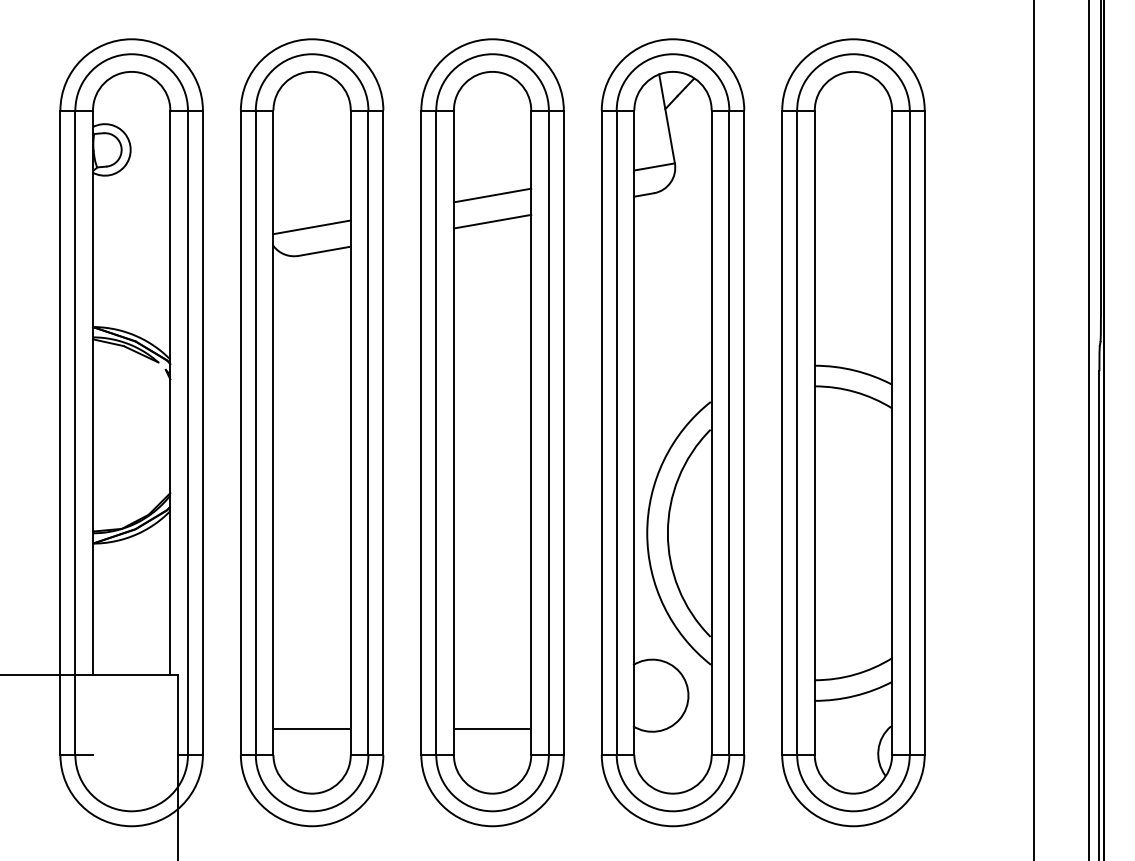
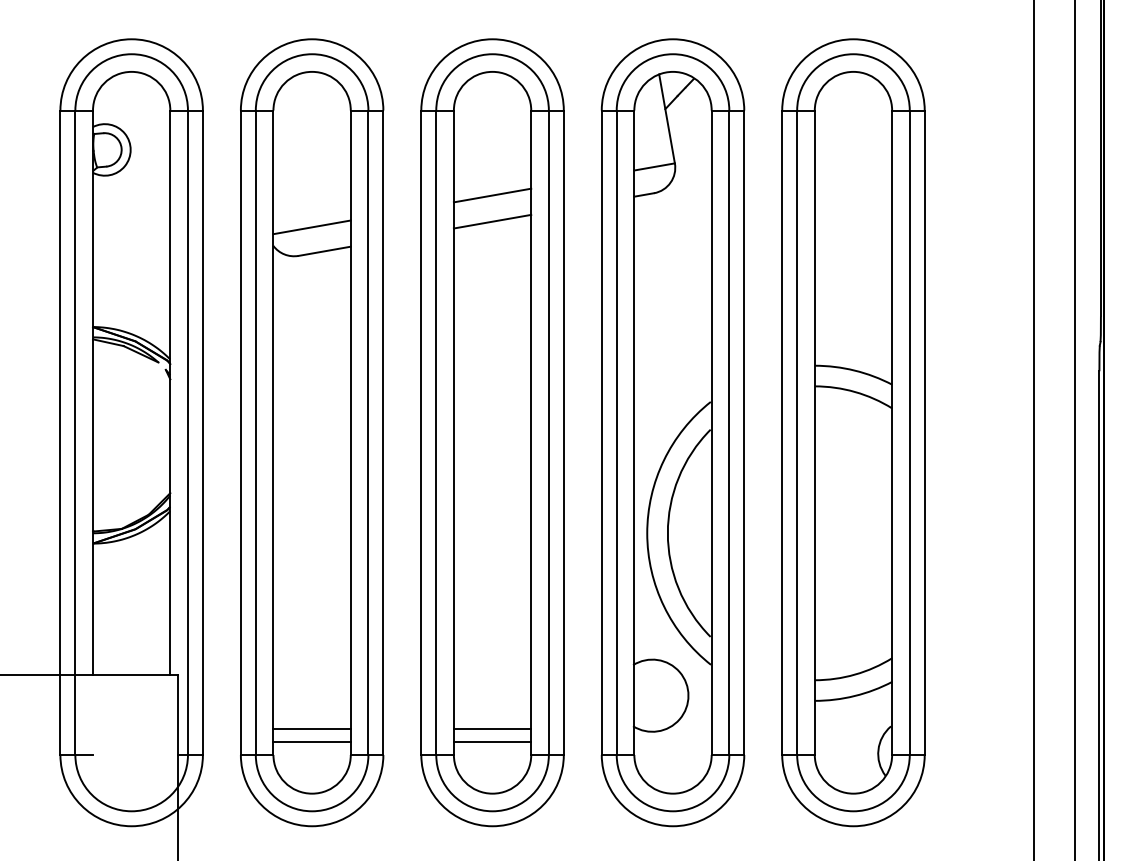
line at (1089, 429) position: (1089, 429) -> (1075, 429)
line at (311, 742): none -> present
line at (492, 742): none -> present
